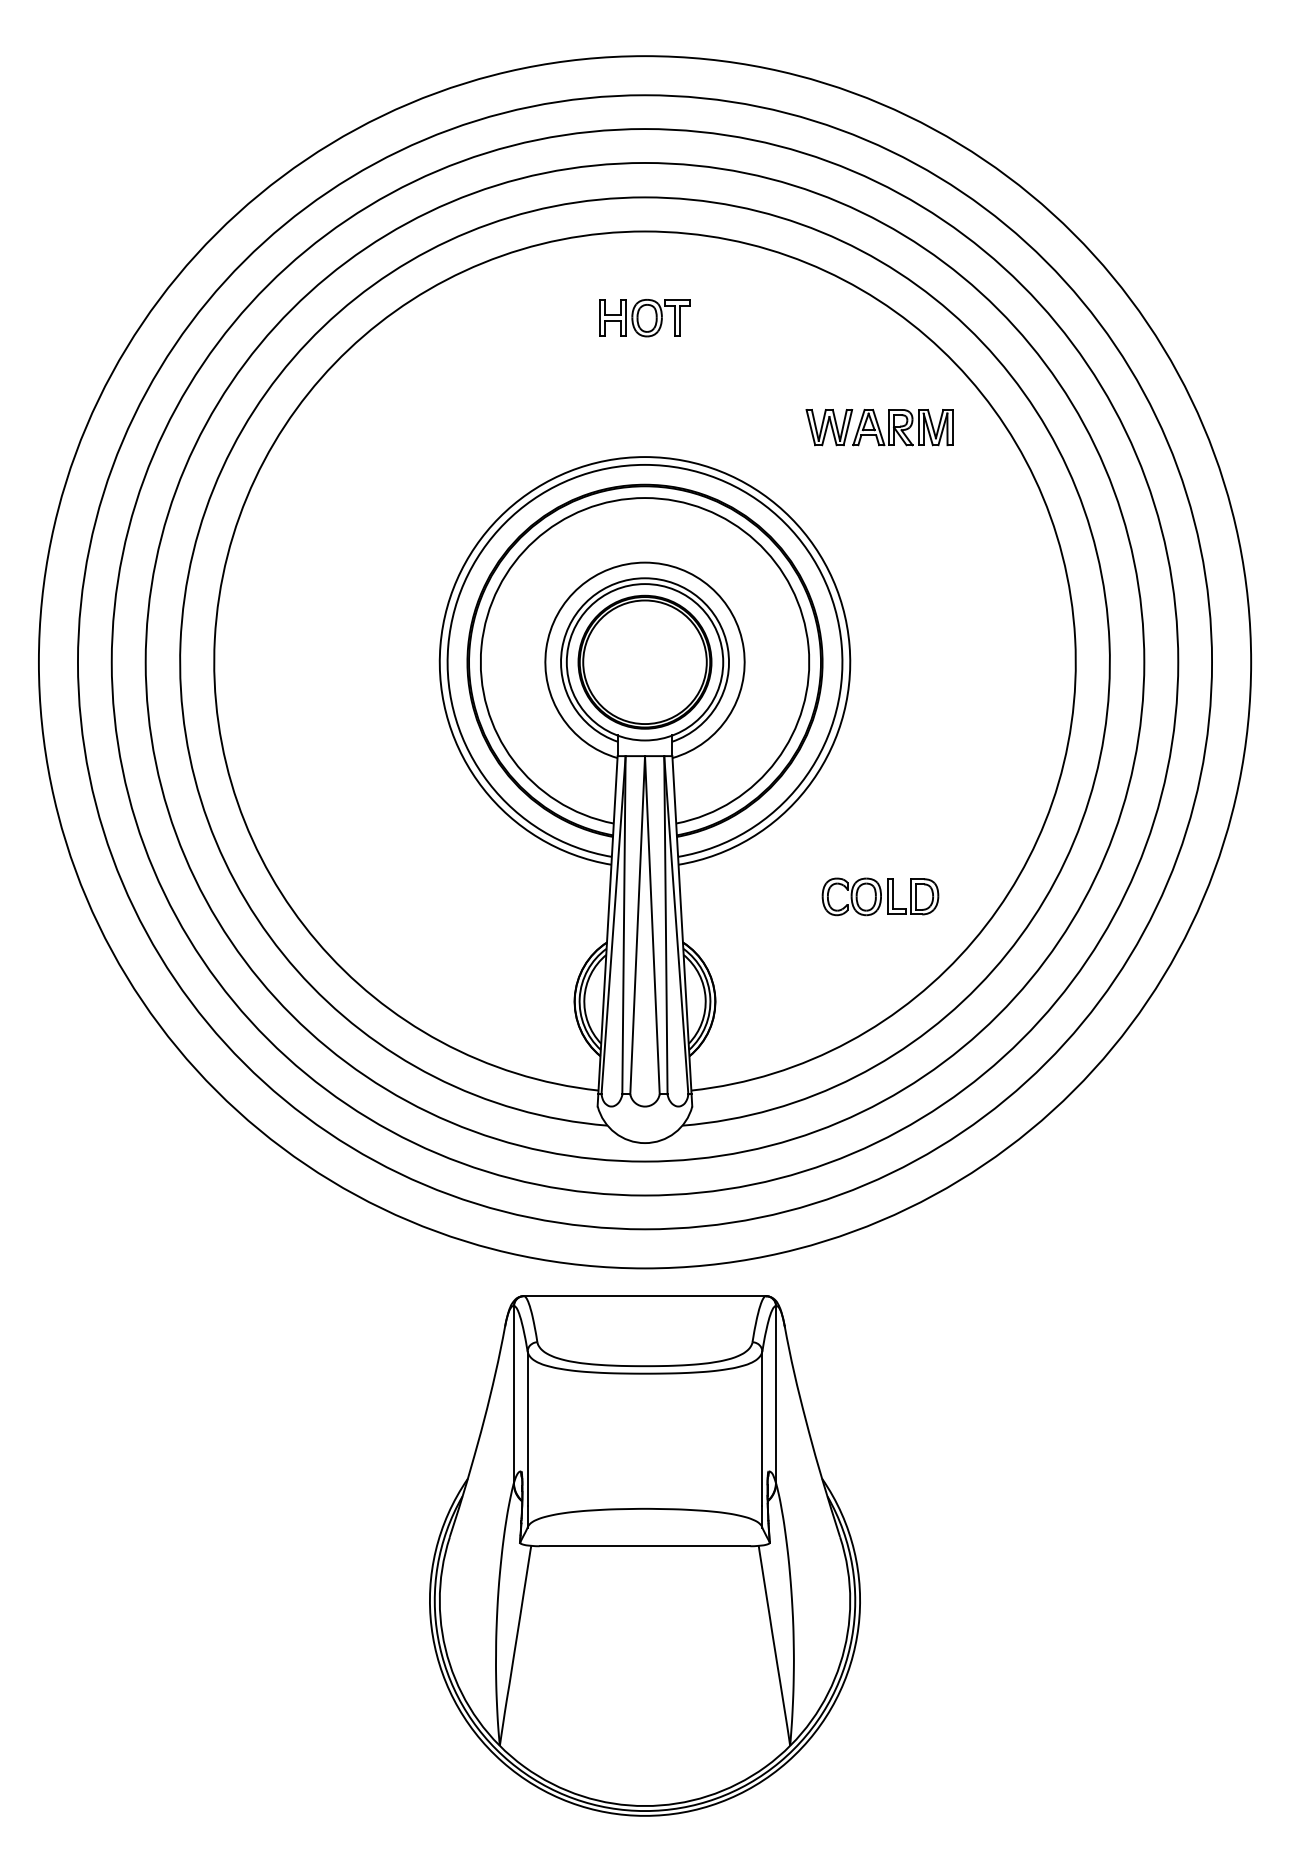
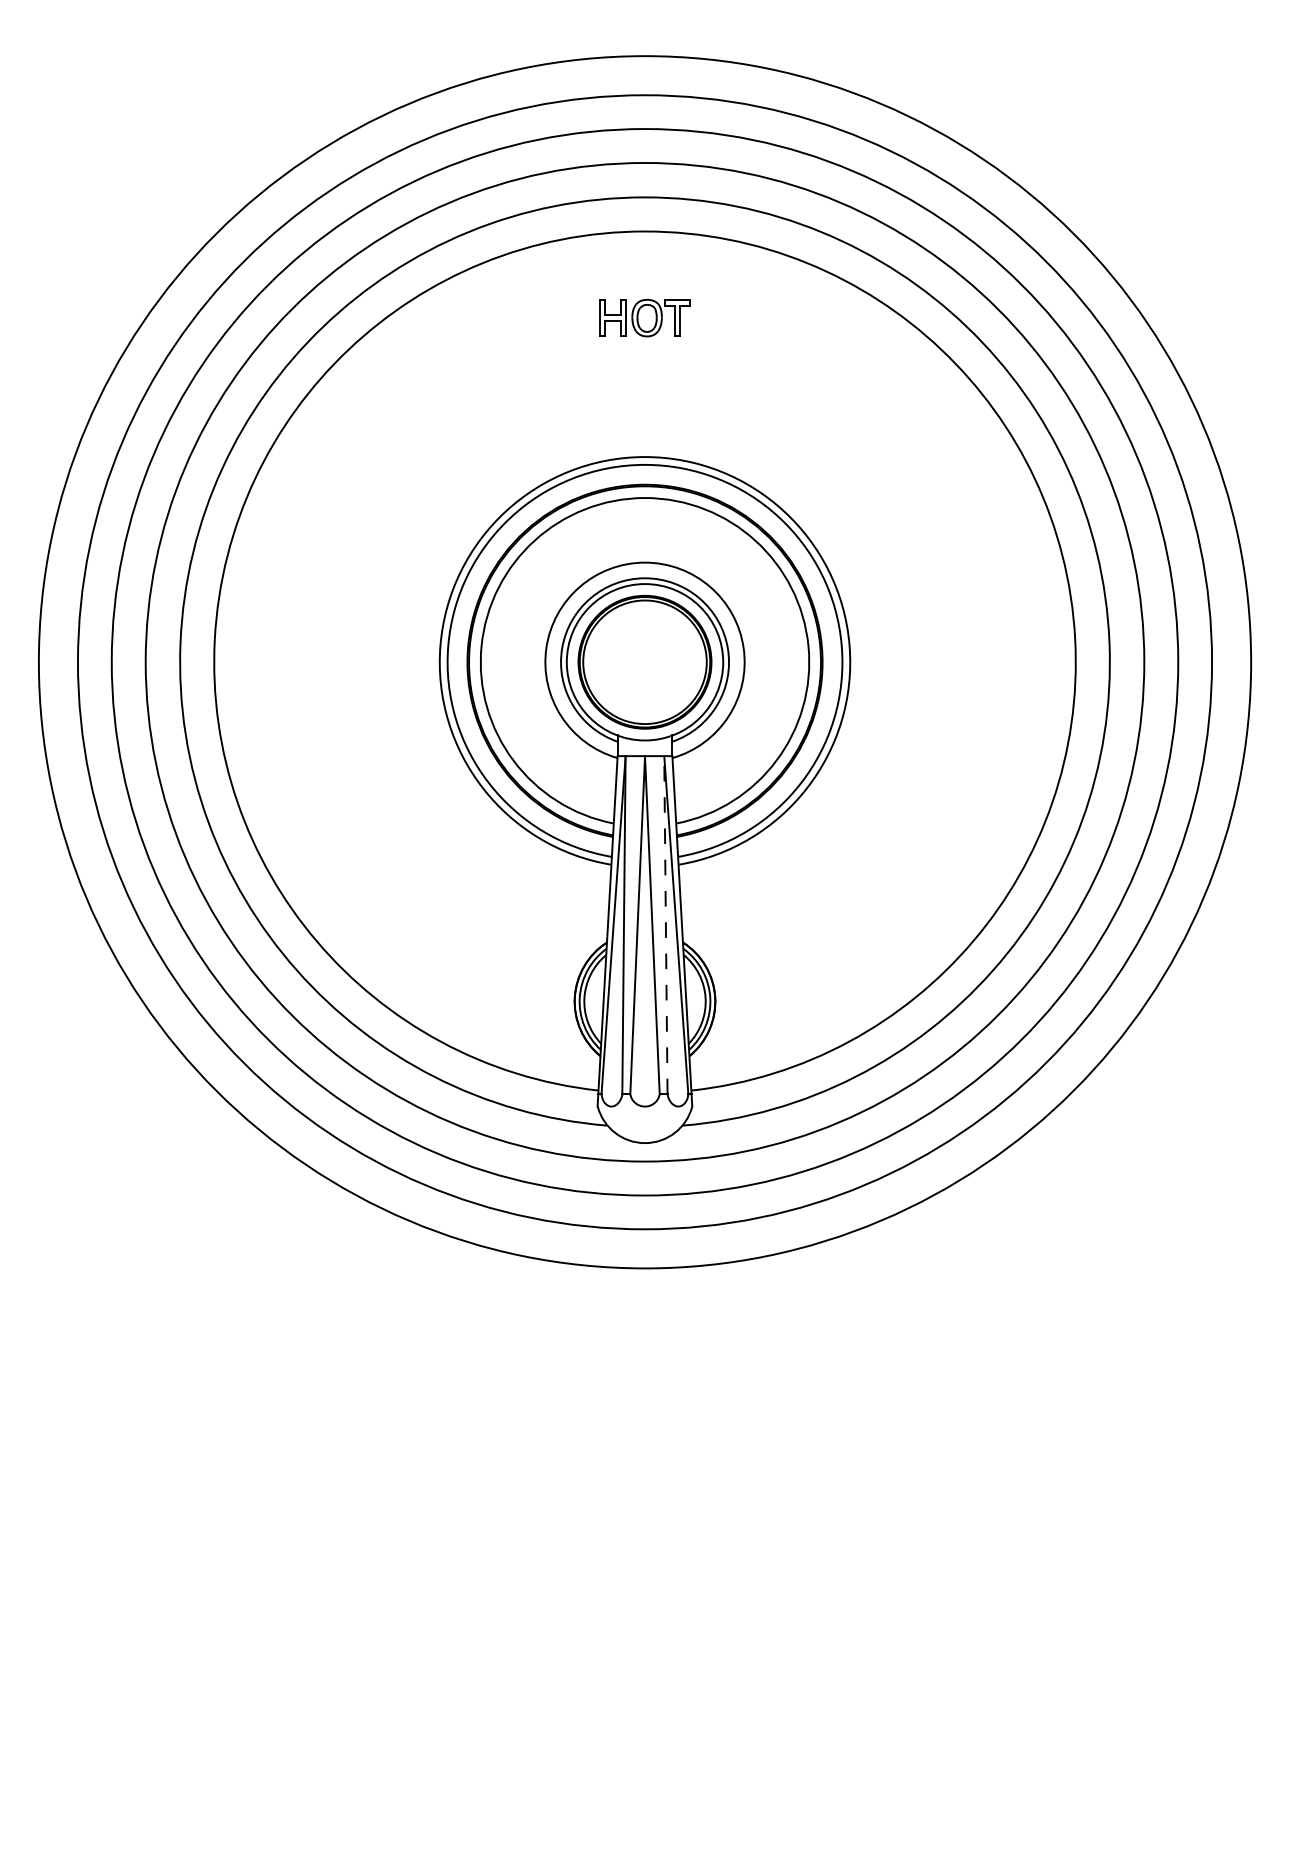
part at (879, 427): present -> none
part at (880, 896): present -> none
line at (665, 924): solid -> dashed
part at (644, 1555): present -> none
